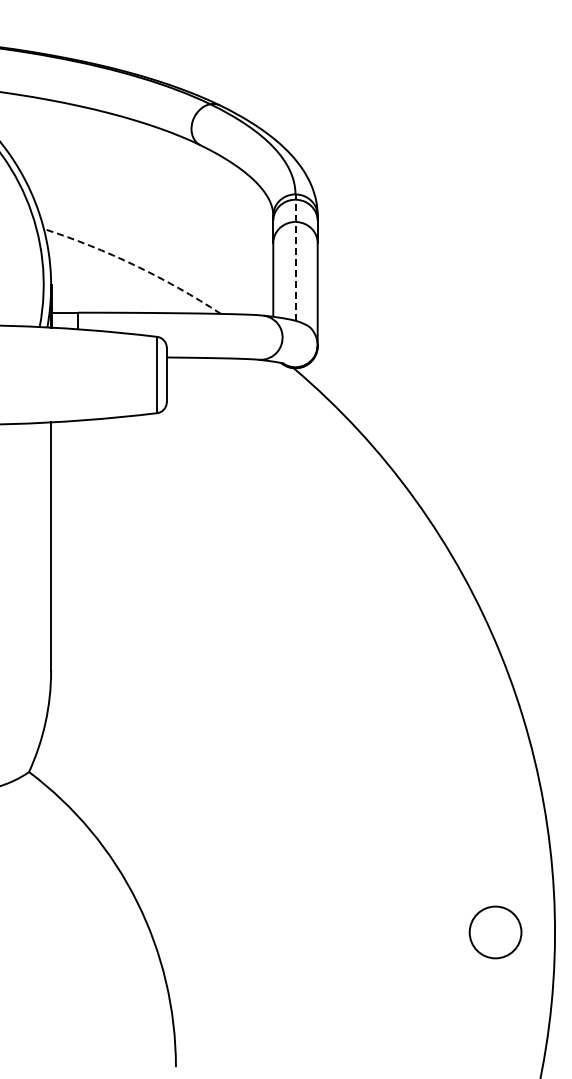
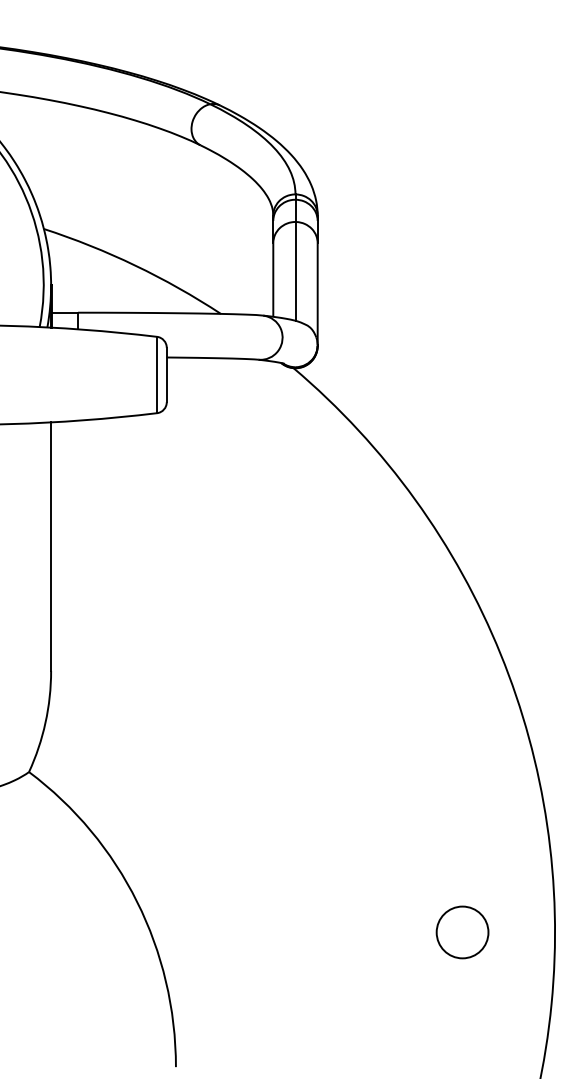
line at (295, 257): dashed -> solid
arc at (135, 265): dashed -> solid
circle at (495, 932) position: (495, 932) -> (462, 932)
